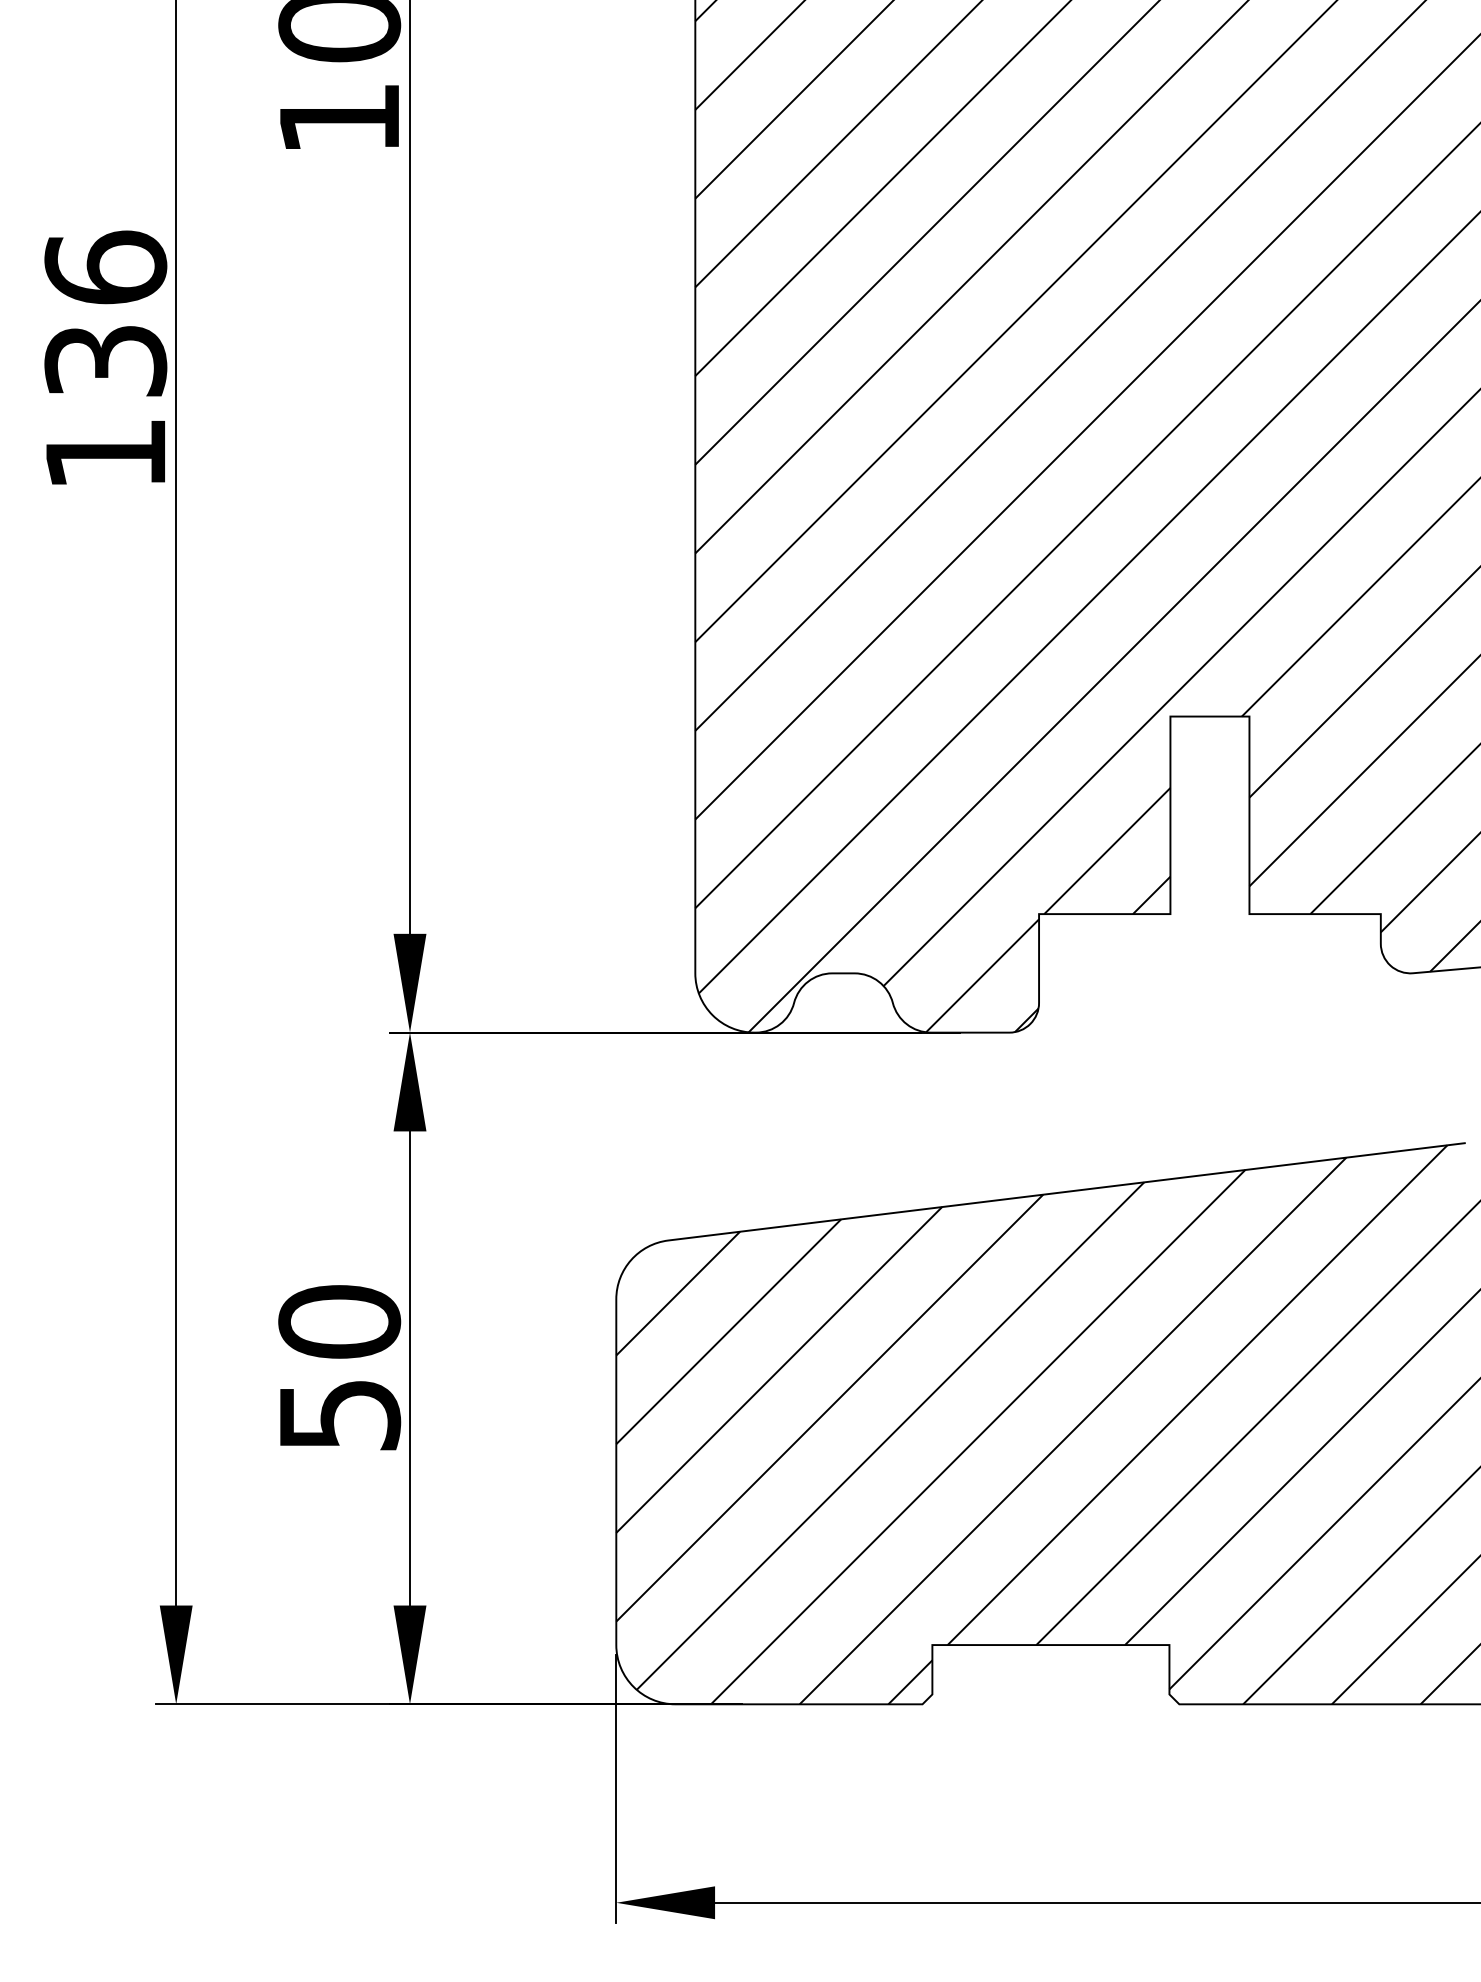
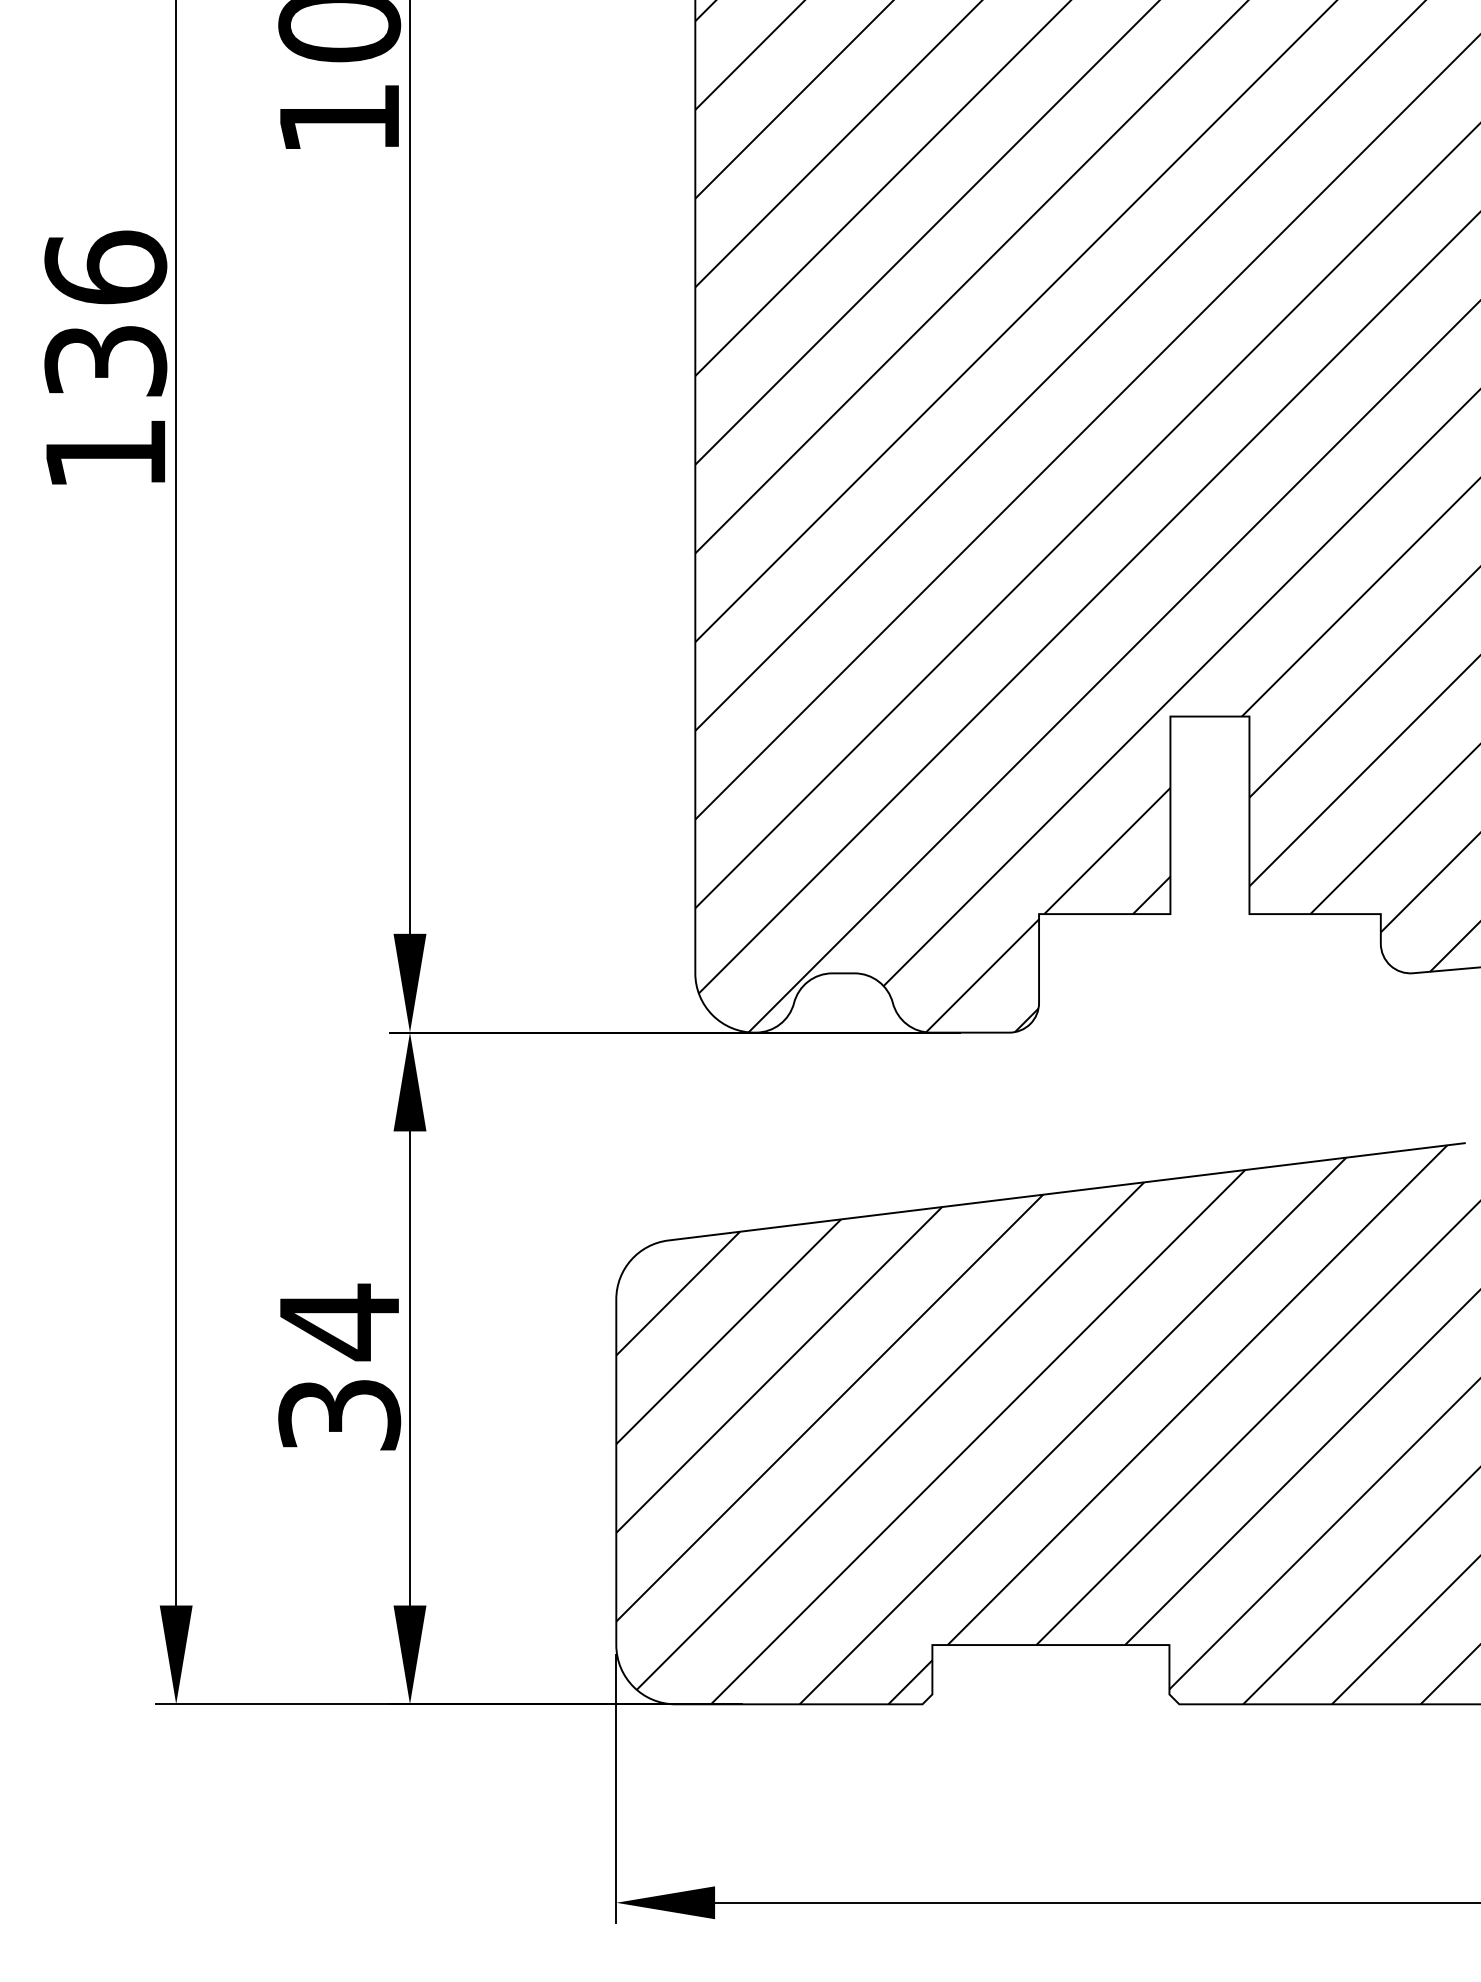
text at (339, 1366): 50 -> 34
